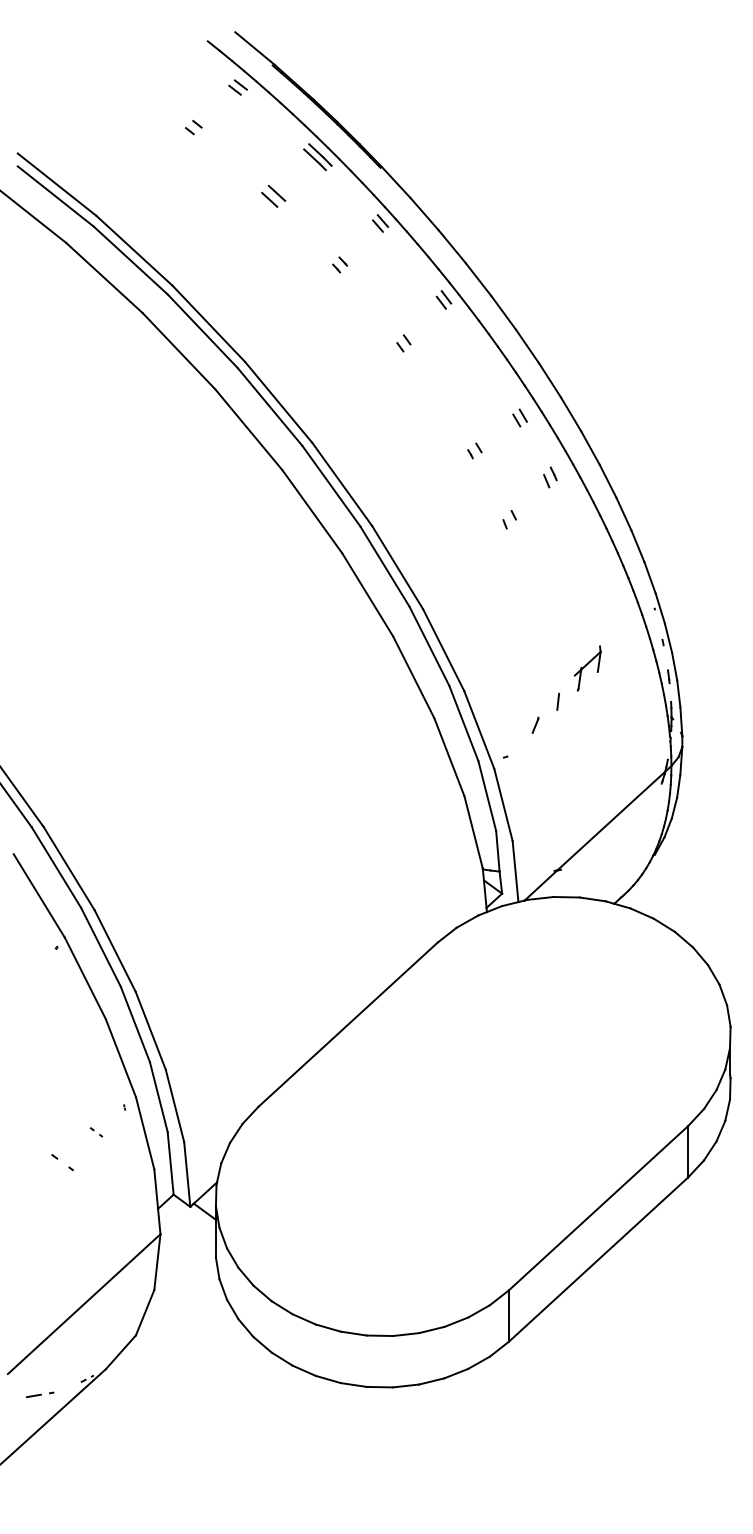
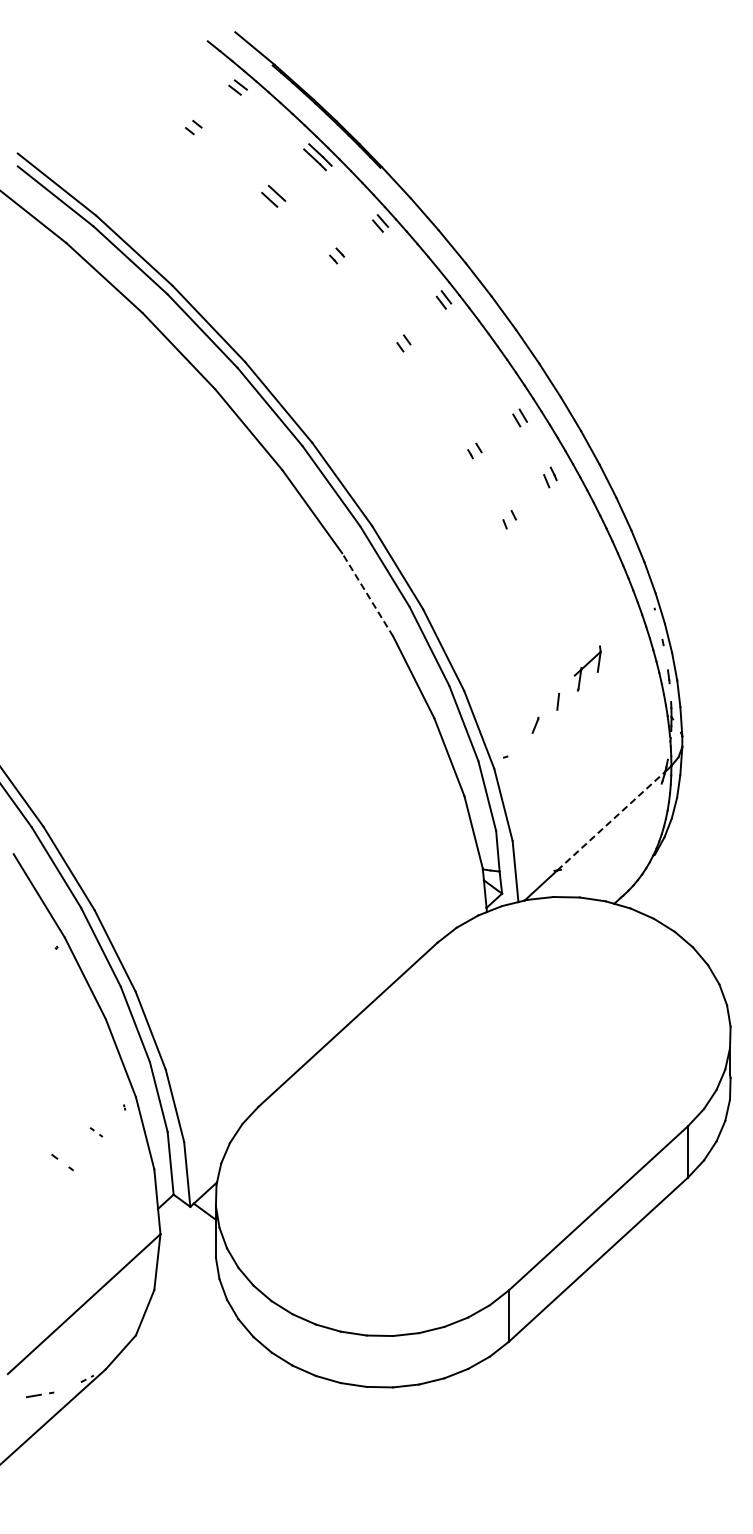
part at (340, 264) position: (340, 264) -> (337, 255)
line at (367, 594): solid -> dashed
line at (611, 820): solid -> dashed
